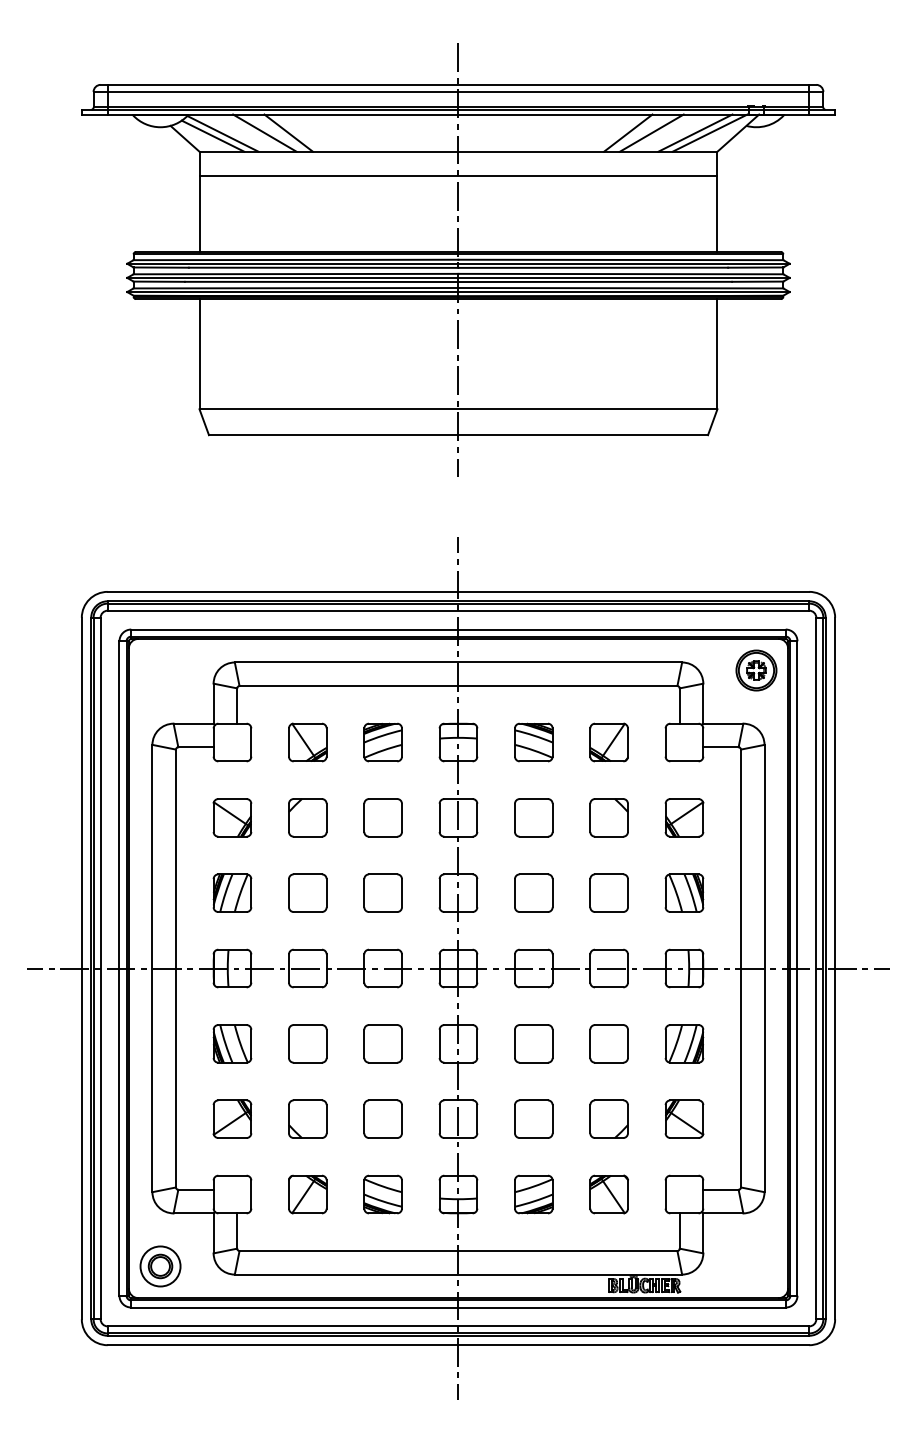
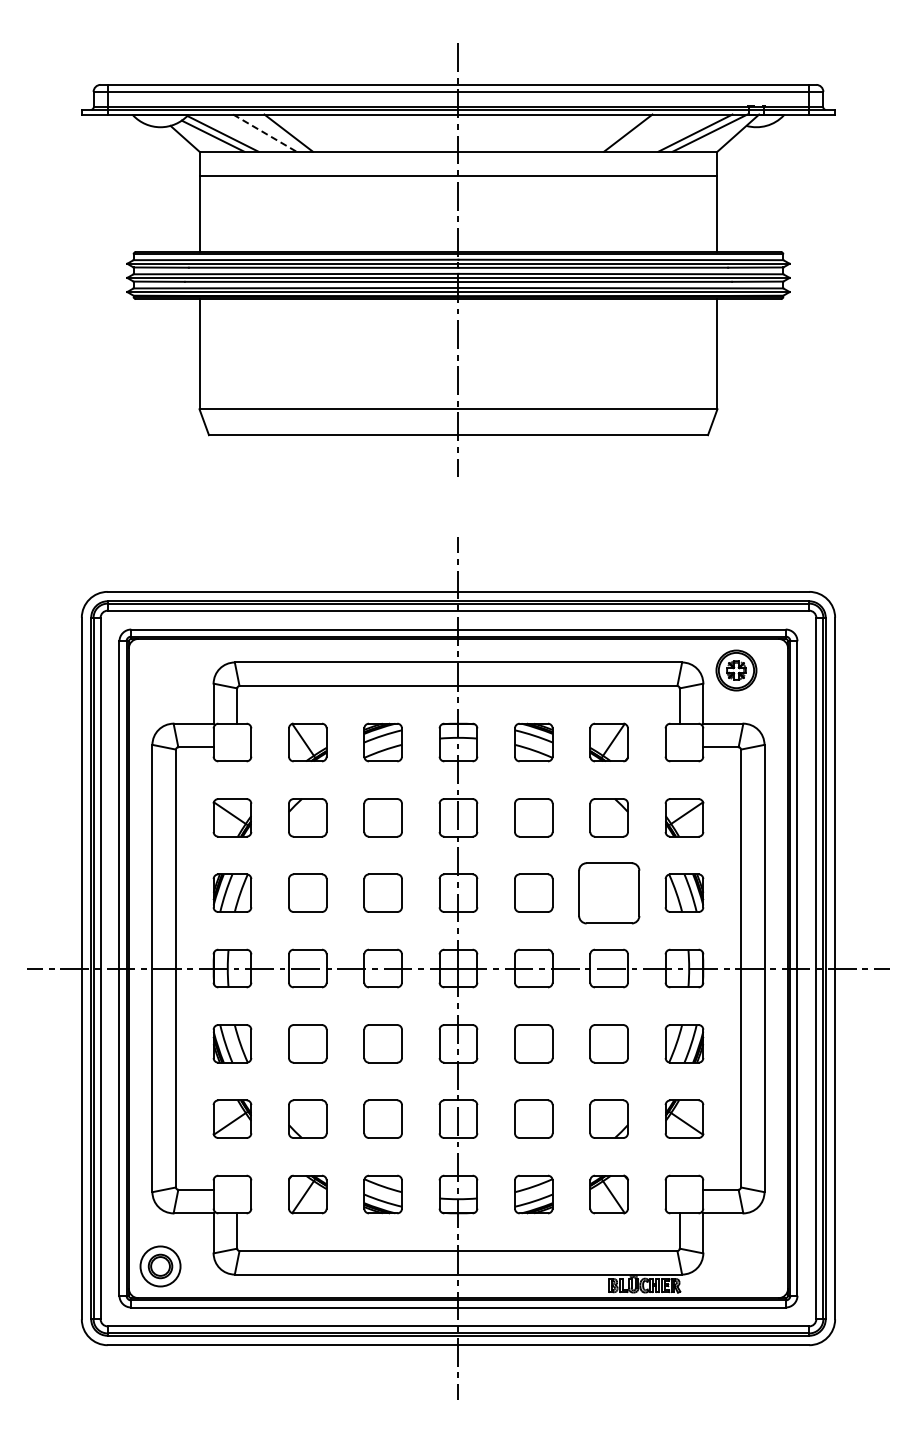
line at (651, 132): present -> none
line at (264, 133): solid -> dashed
part at (756, 670) position: (756, 670) -> (736, 670)
part at (608, 892) size: 40x40 px -> 63x63 px
